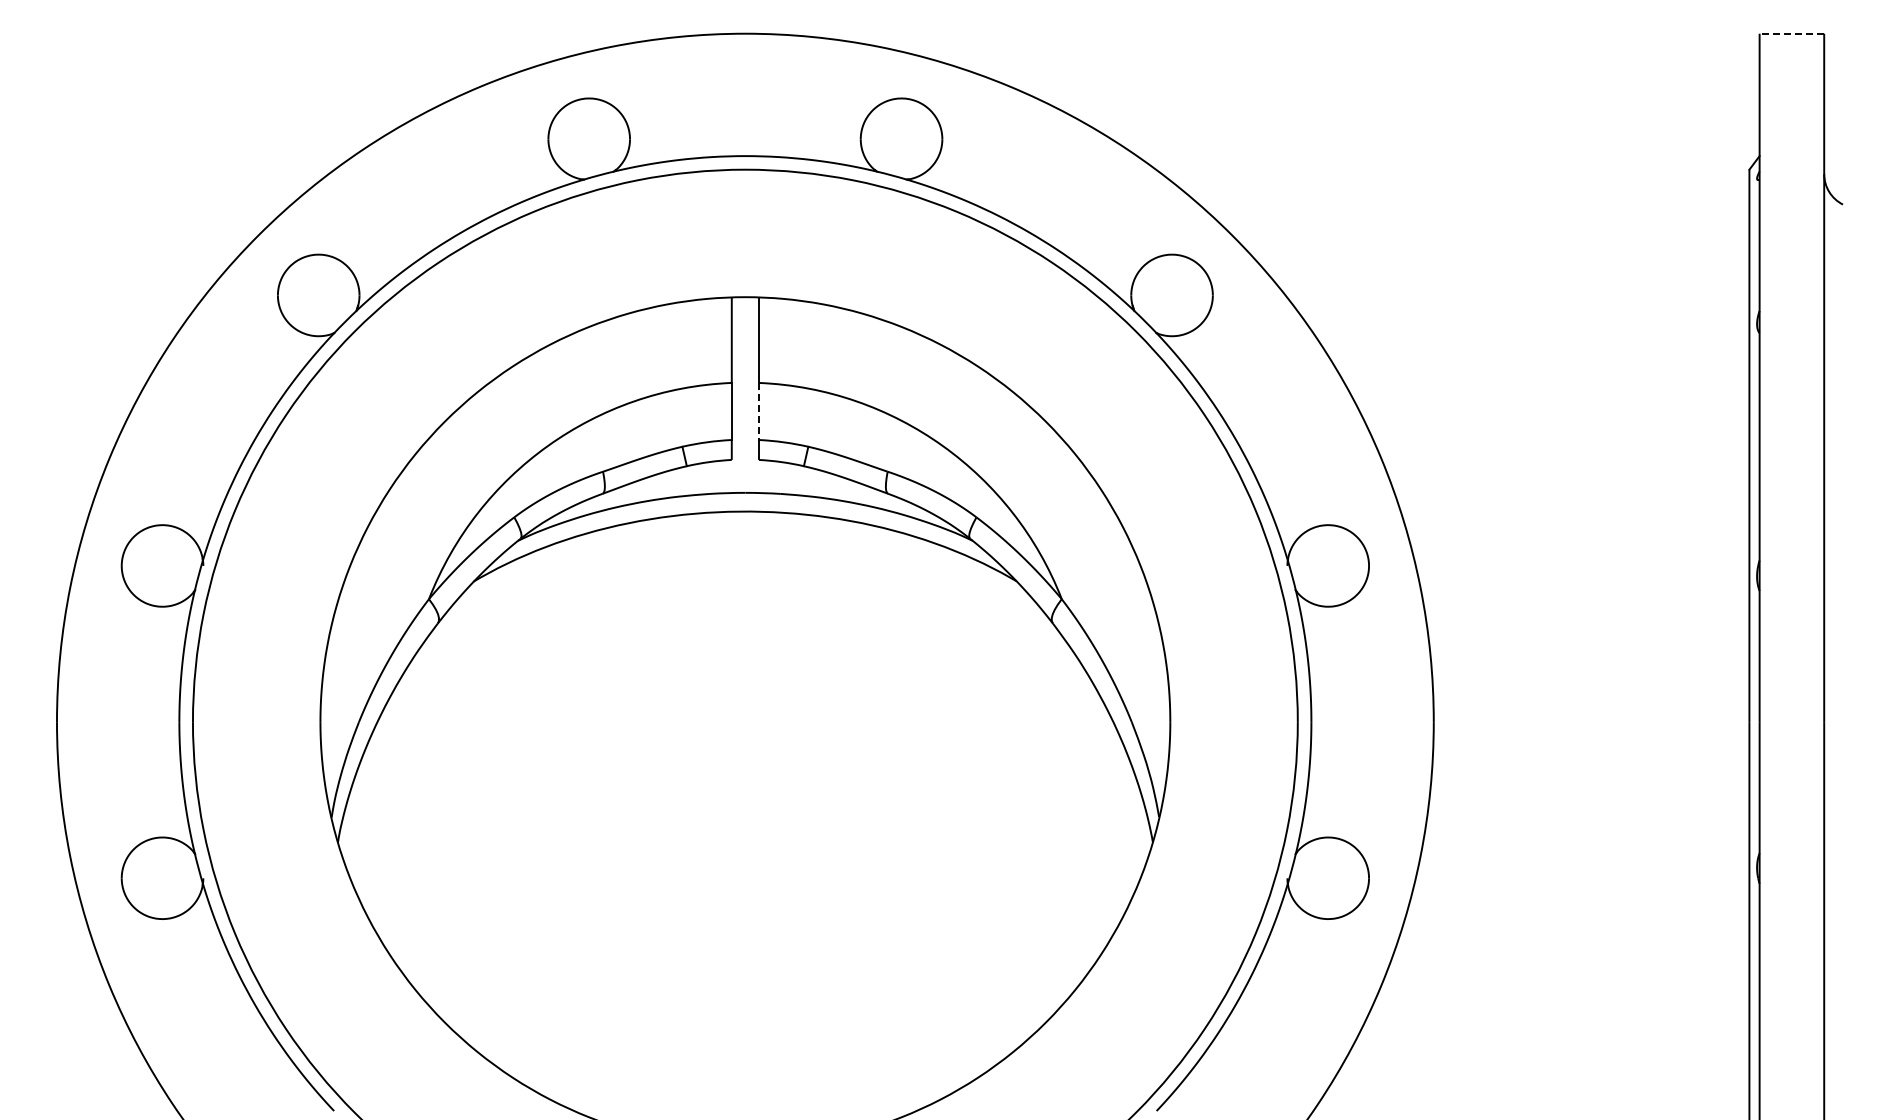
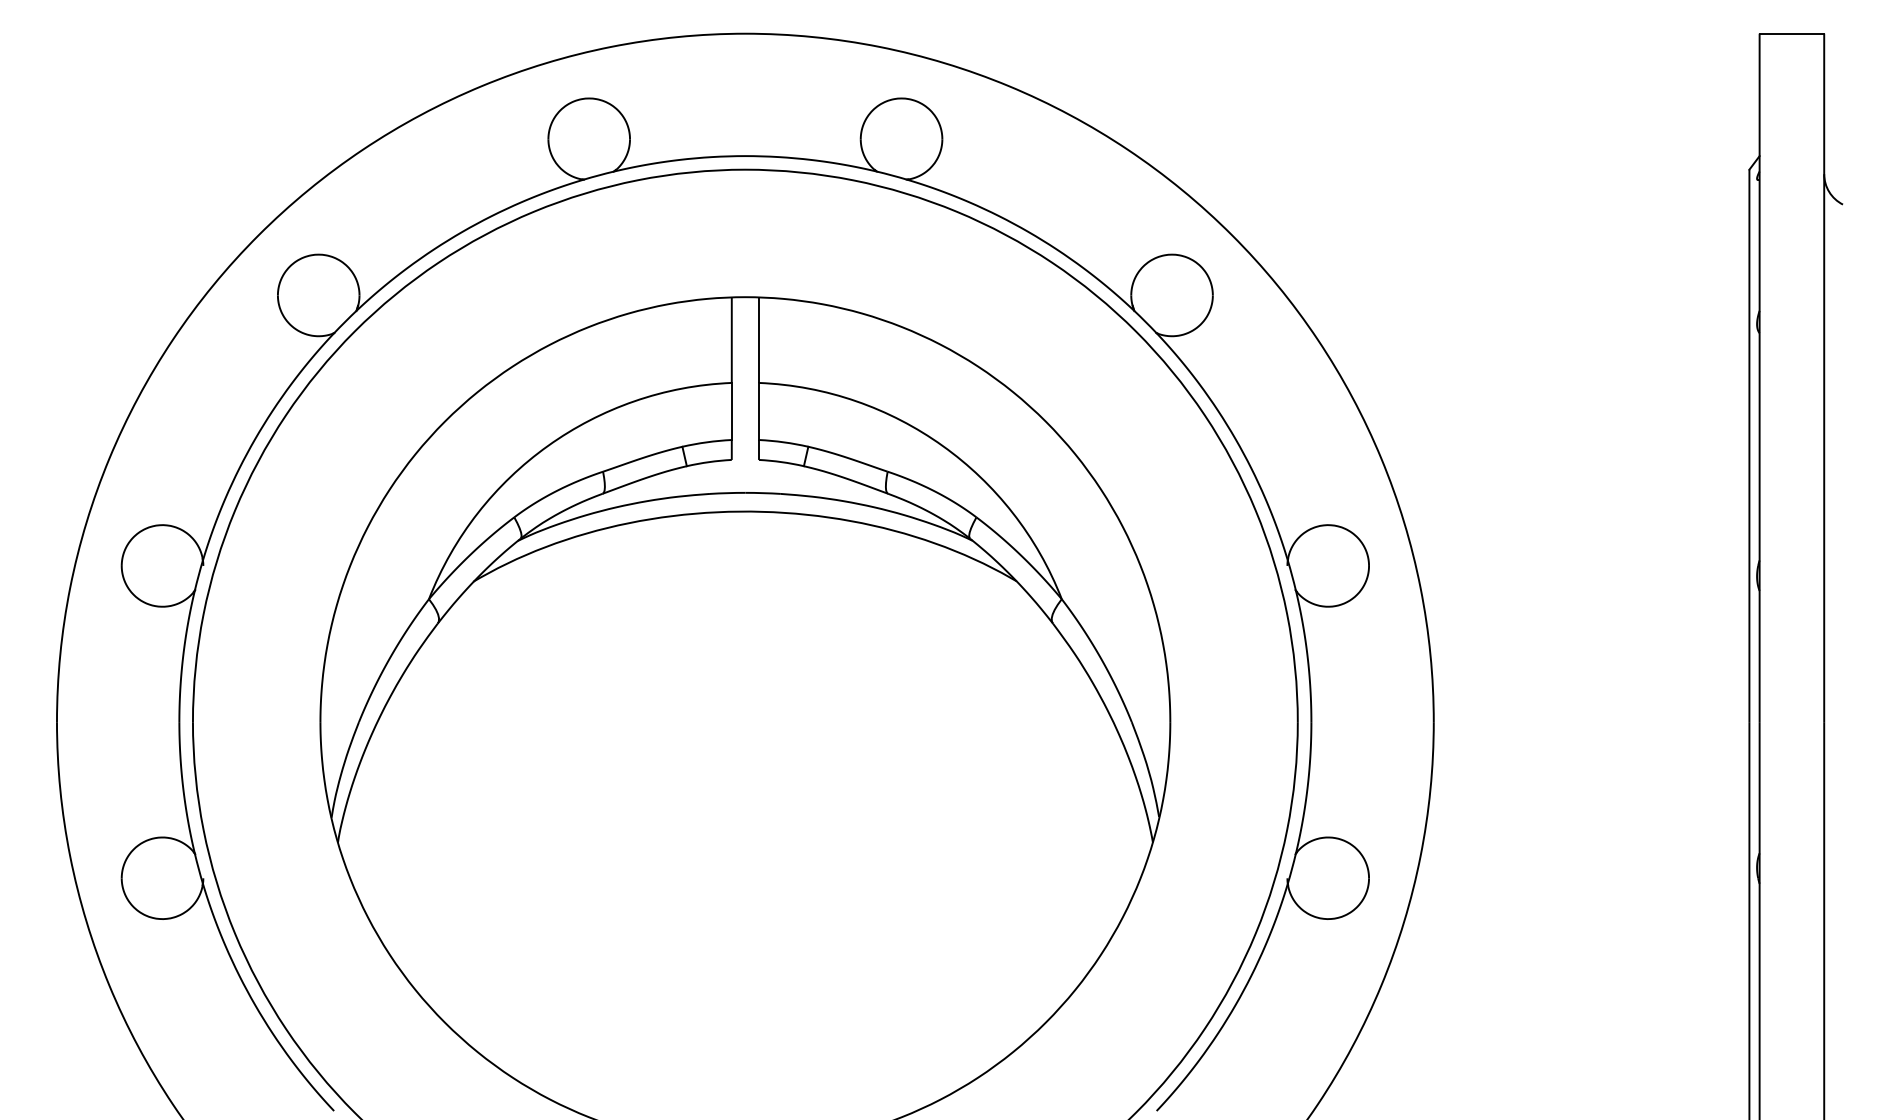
line at (1791, 33): dashed -> solid
line at (758, 411): dashed -> solid
